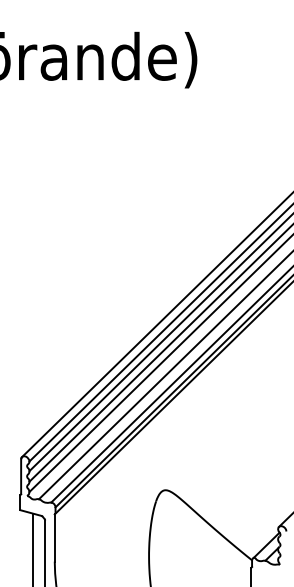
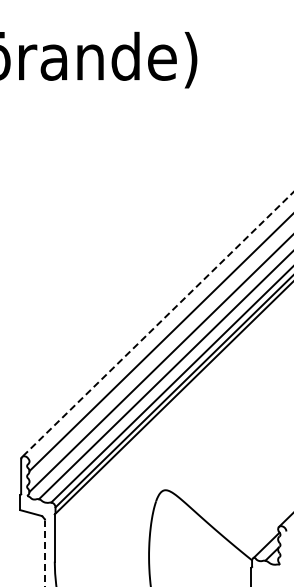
line at (157, 324): solid -> dashed
line at (159, 333): present -> none
line at (159, 353): present -> none
line at (32, 548): present -> none
line at (45, 553): solid -> dashed
